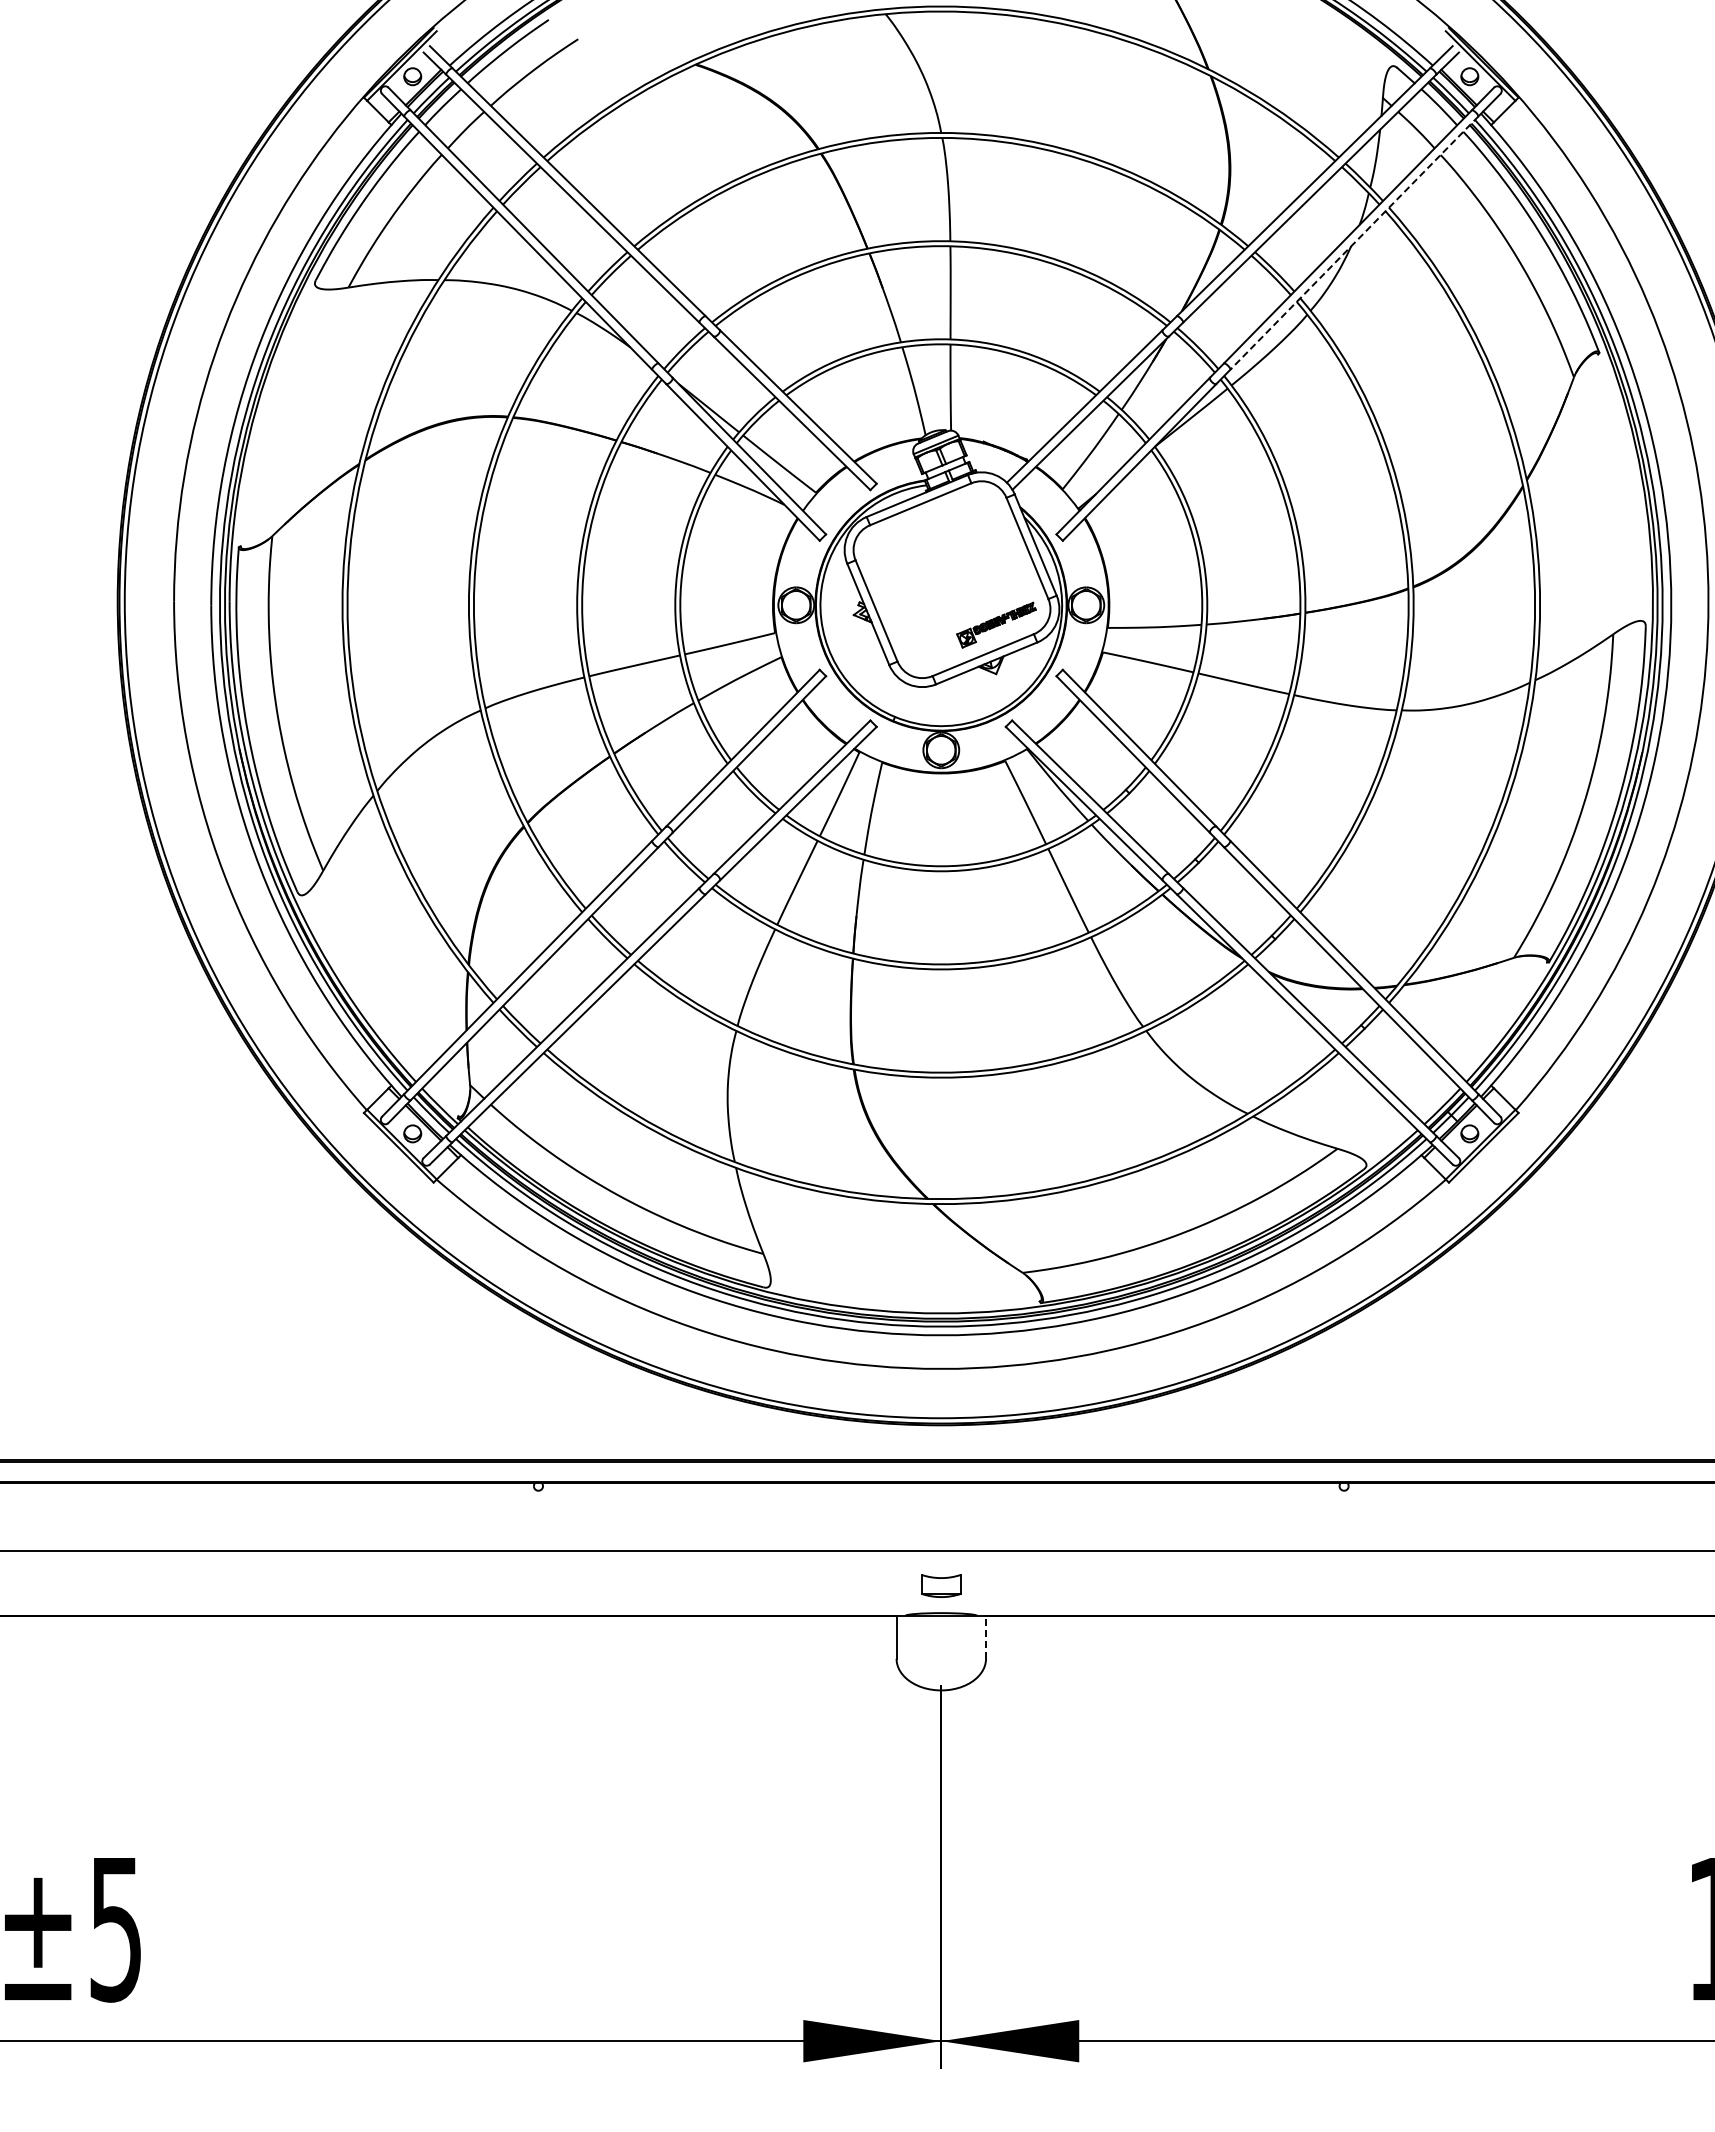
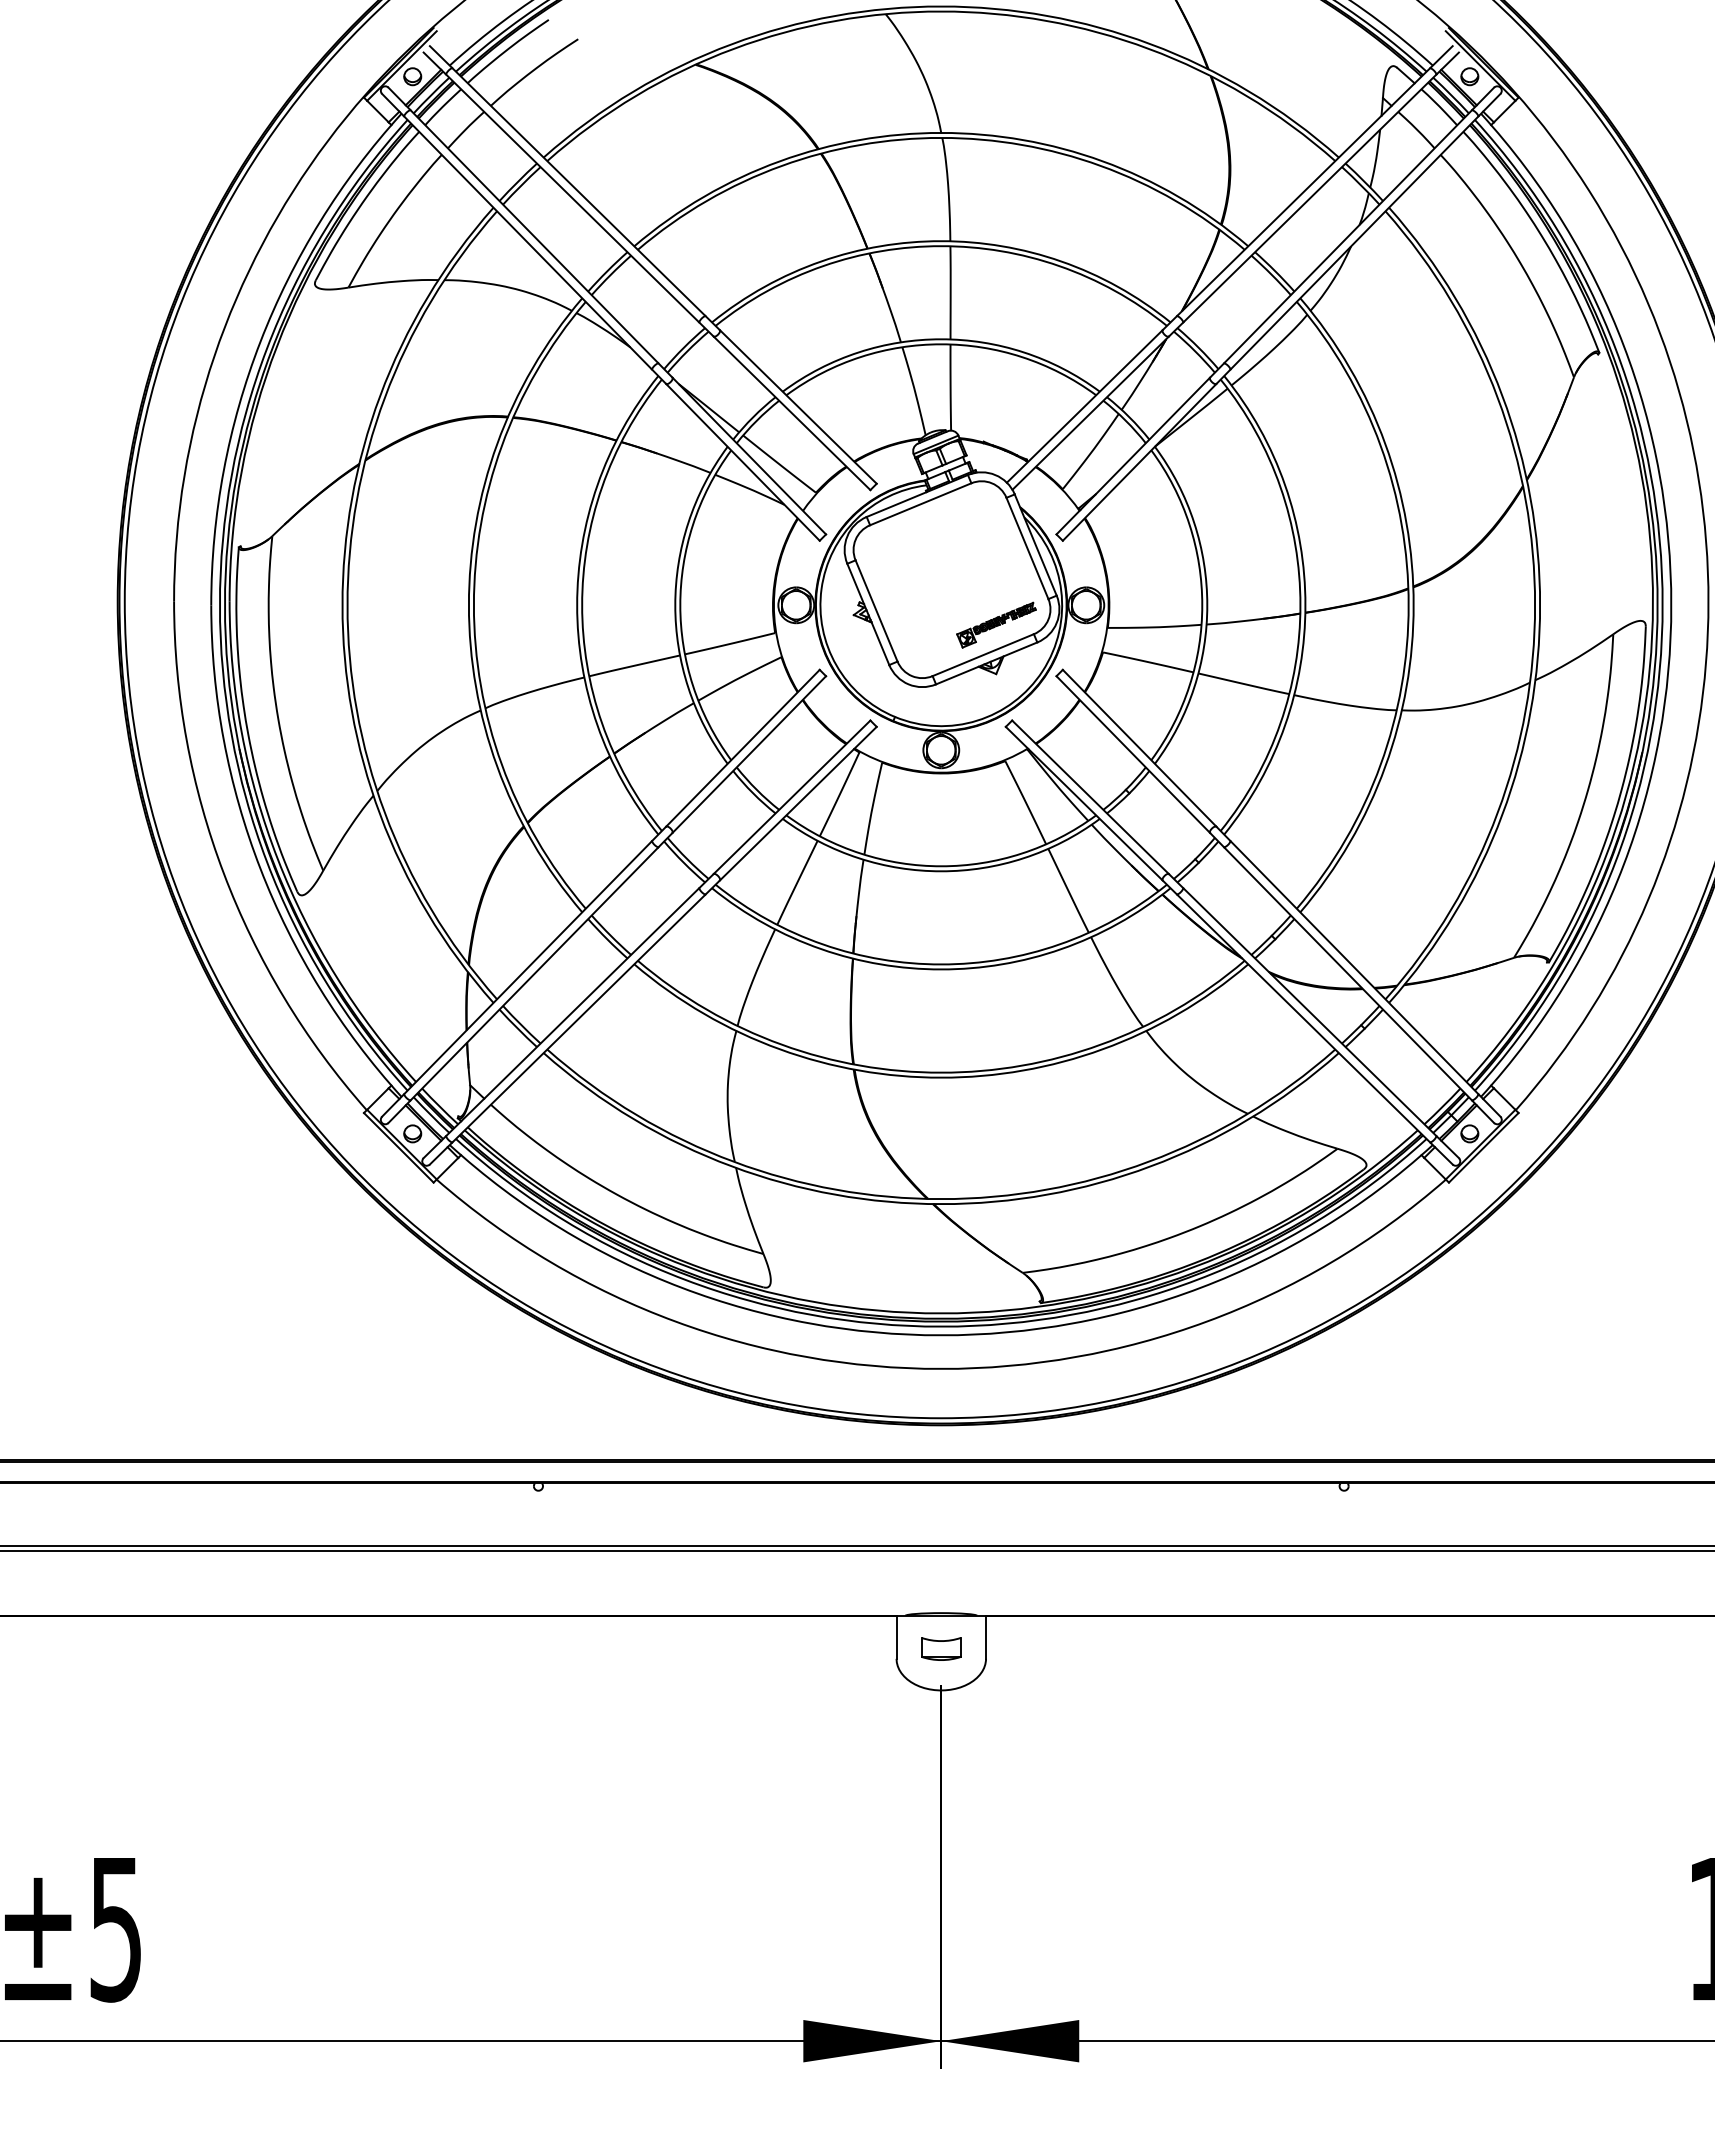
line at (1354, 243): dashed -> solid
line at (856, 1546): none -> present
part at (941, 1585) position: (941, 1585) -> (941, 1648)
line at (986, 1637): dashed -> solid
